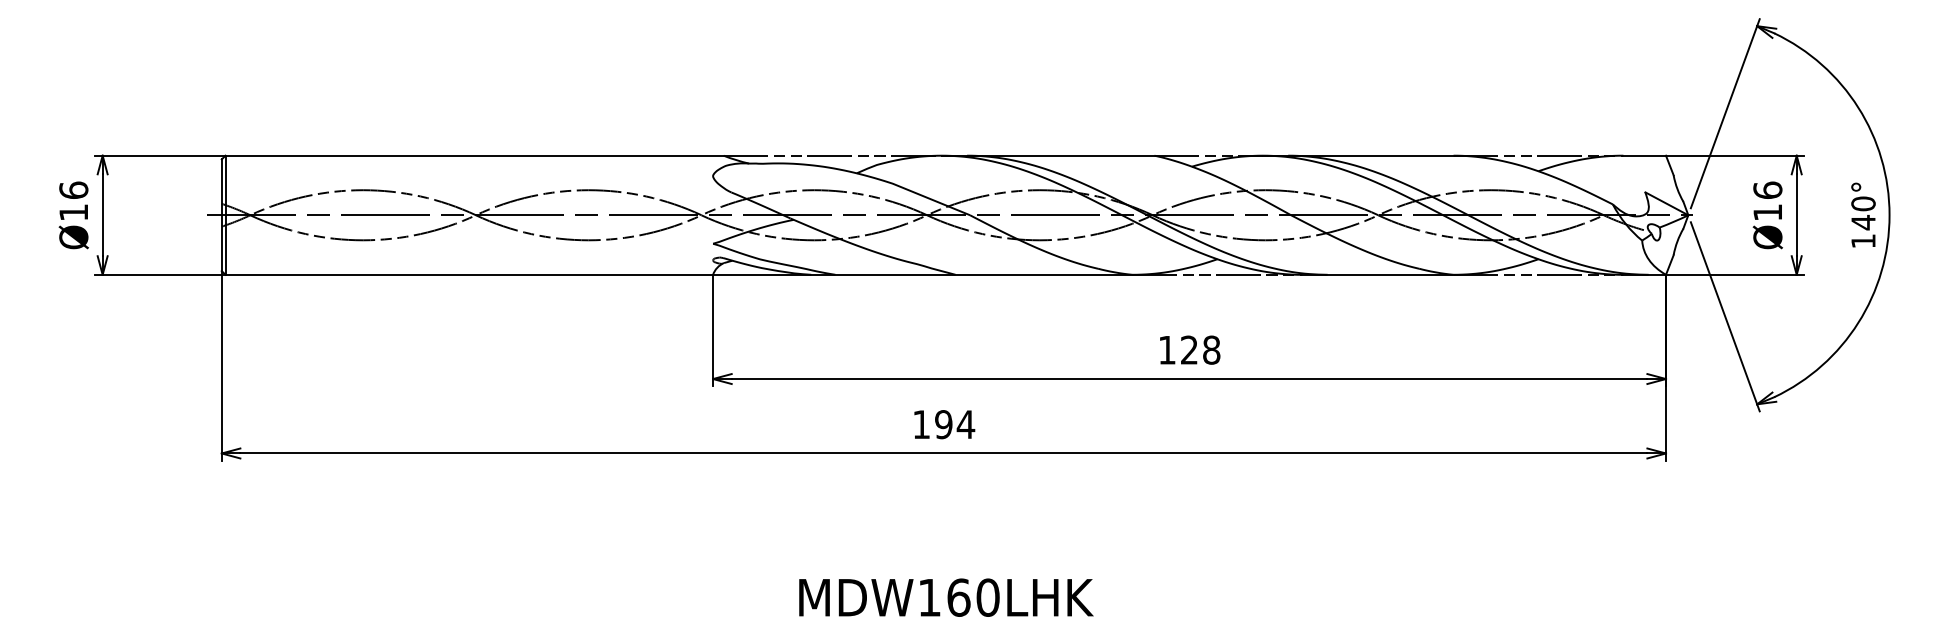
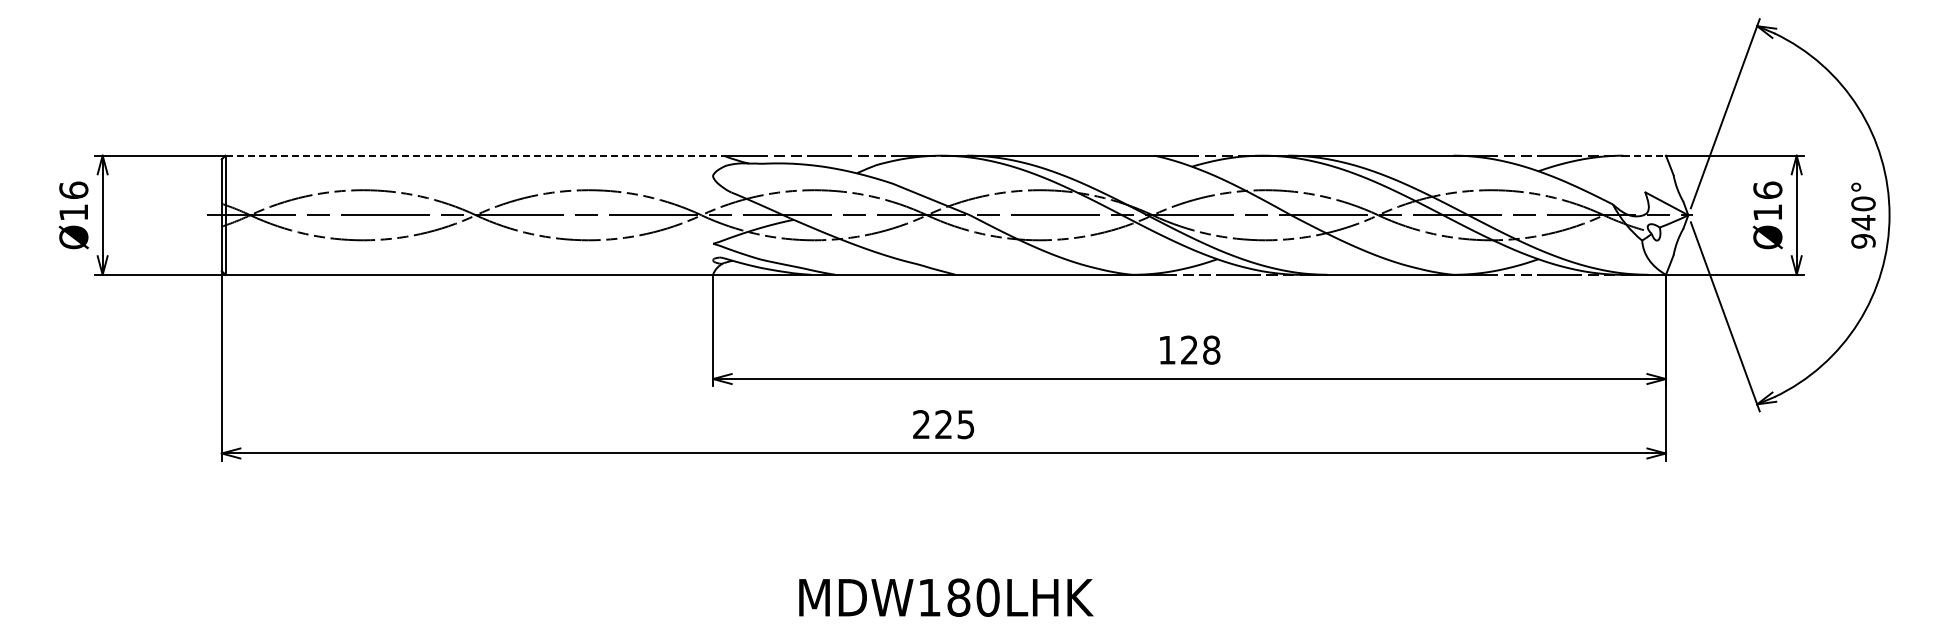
line at (475, 155): solid -> dashed
line at (1645, 155): solid -> dashed
text at (1863, 241): 140° -> 940°
text at (944, 424): 194 -> 225
text at (958, 597): MDW160LHK -> MDW180LHK
